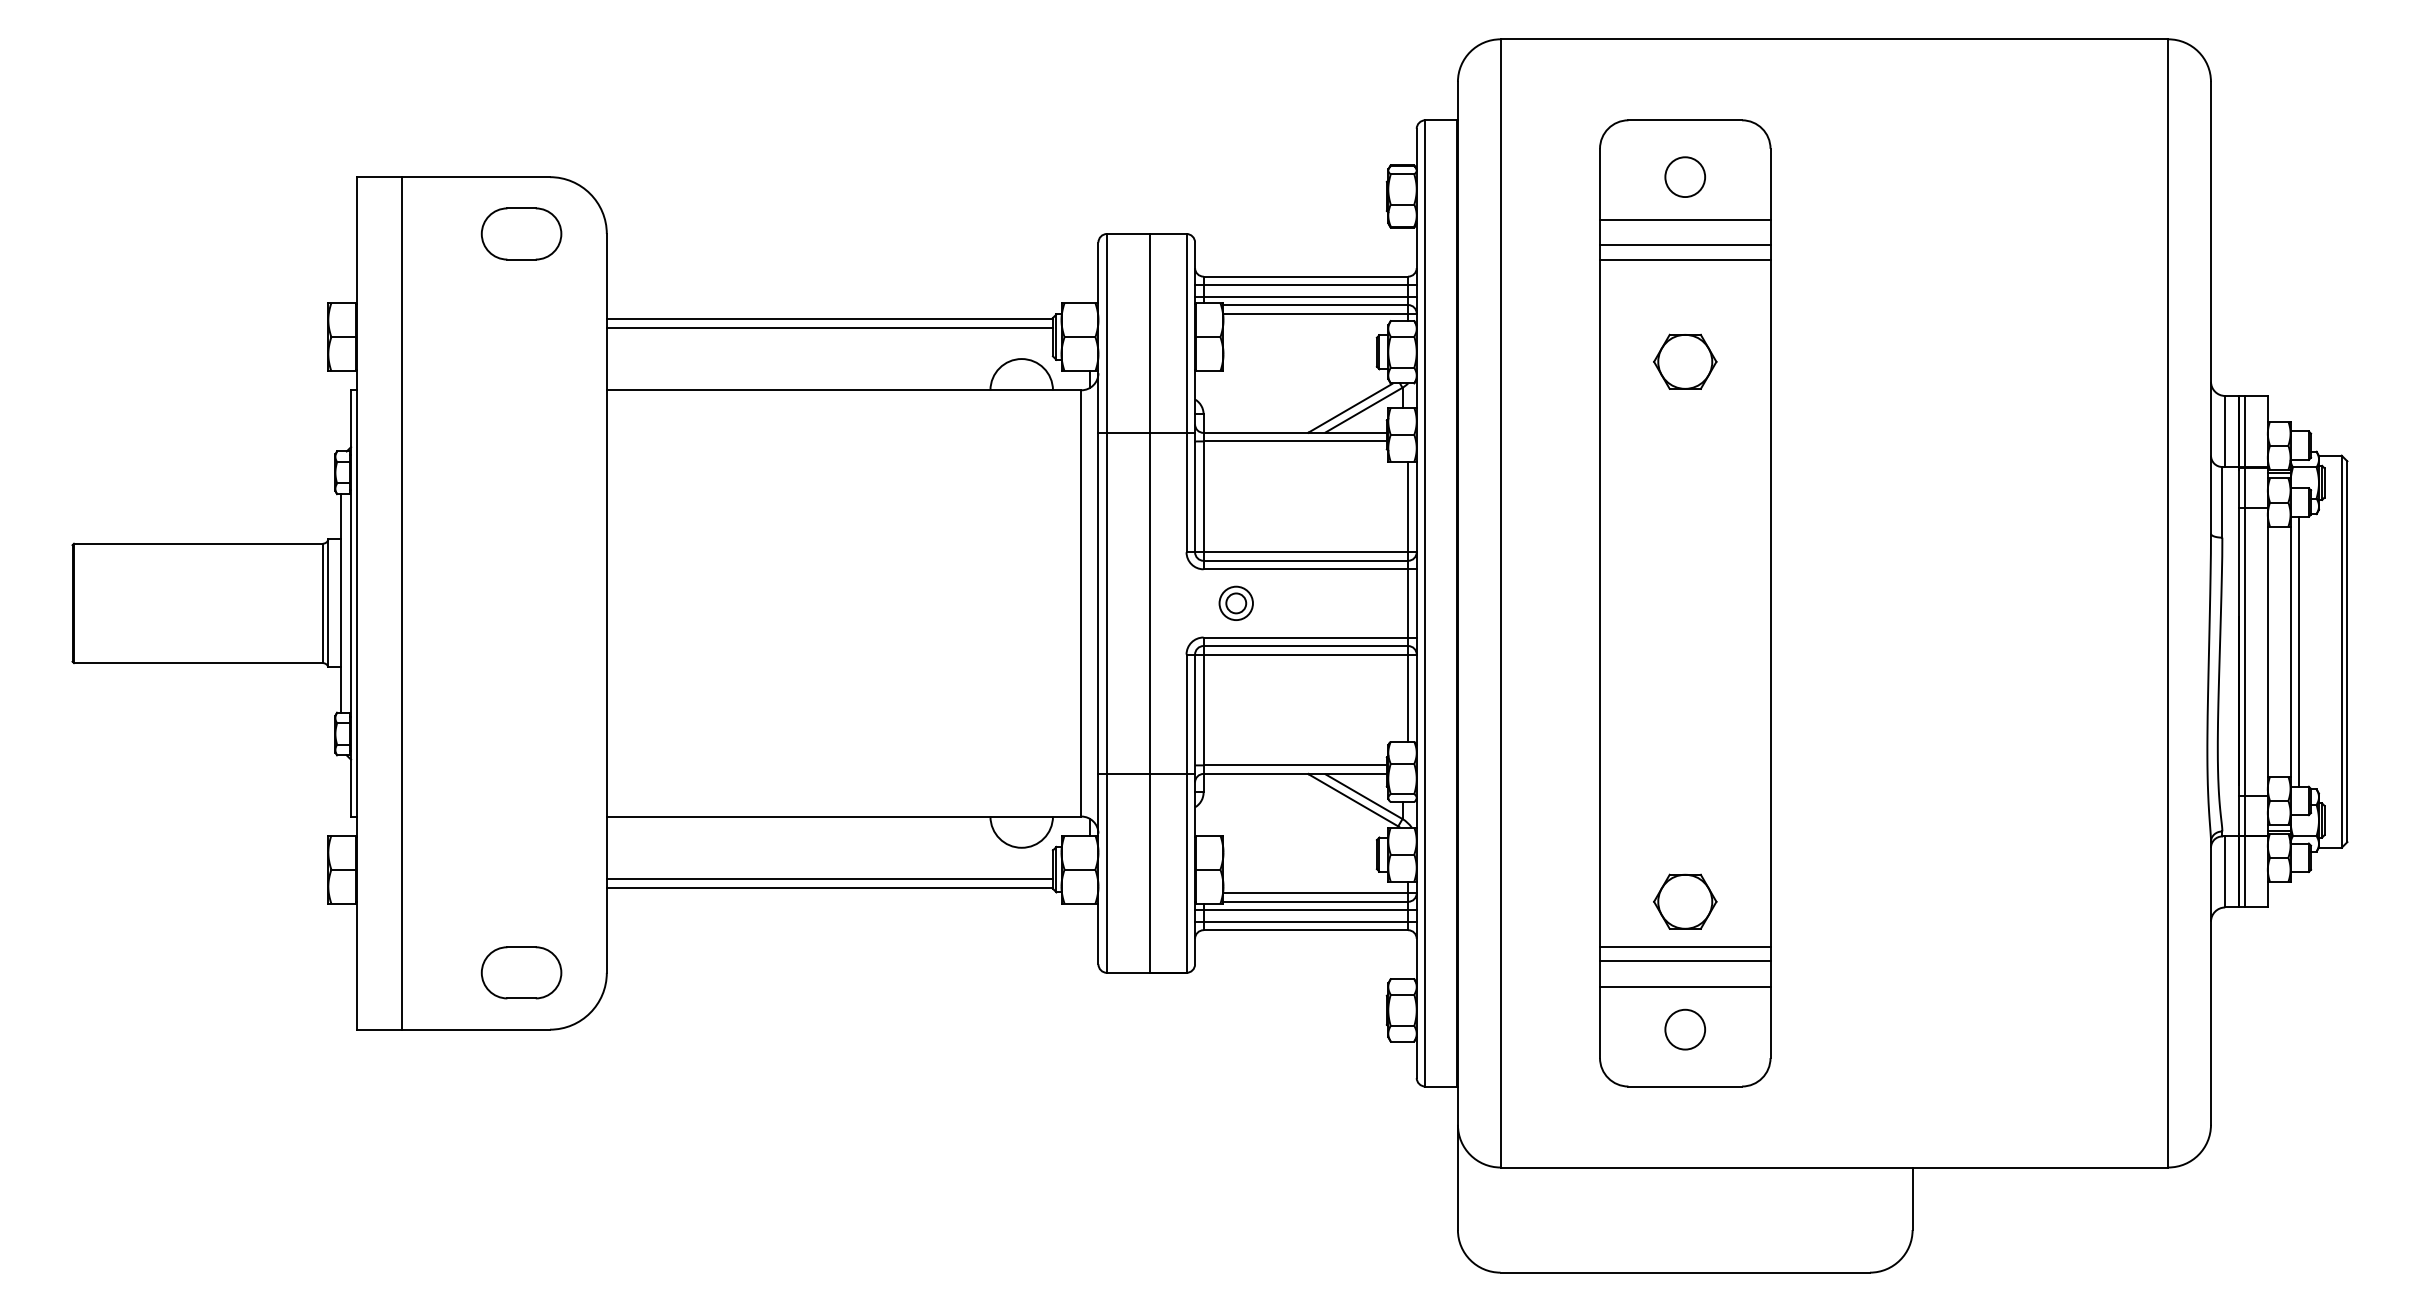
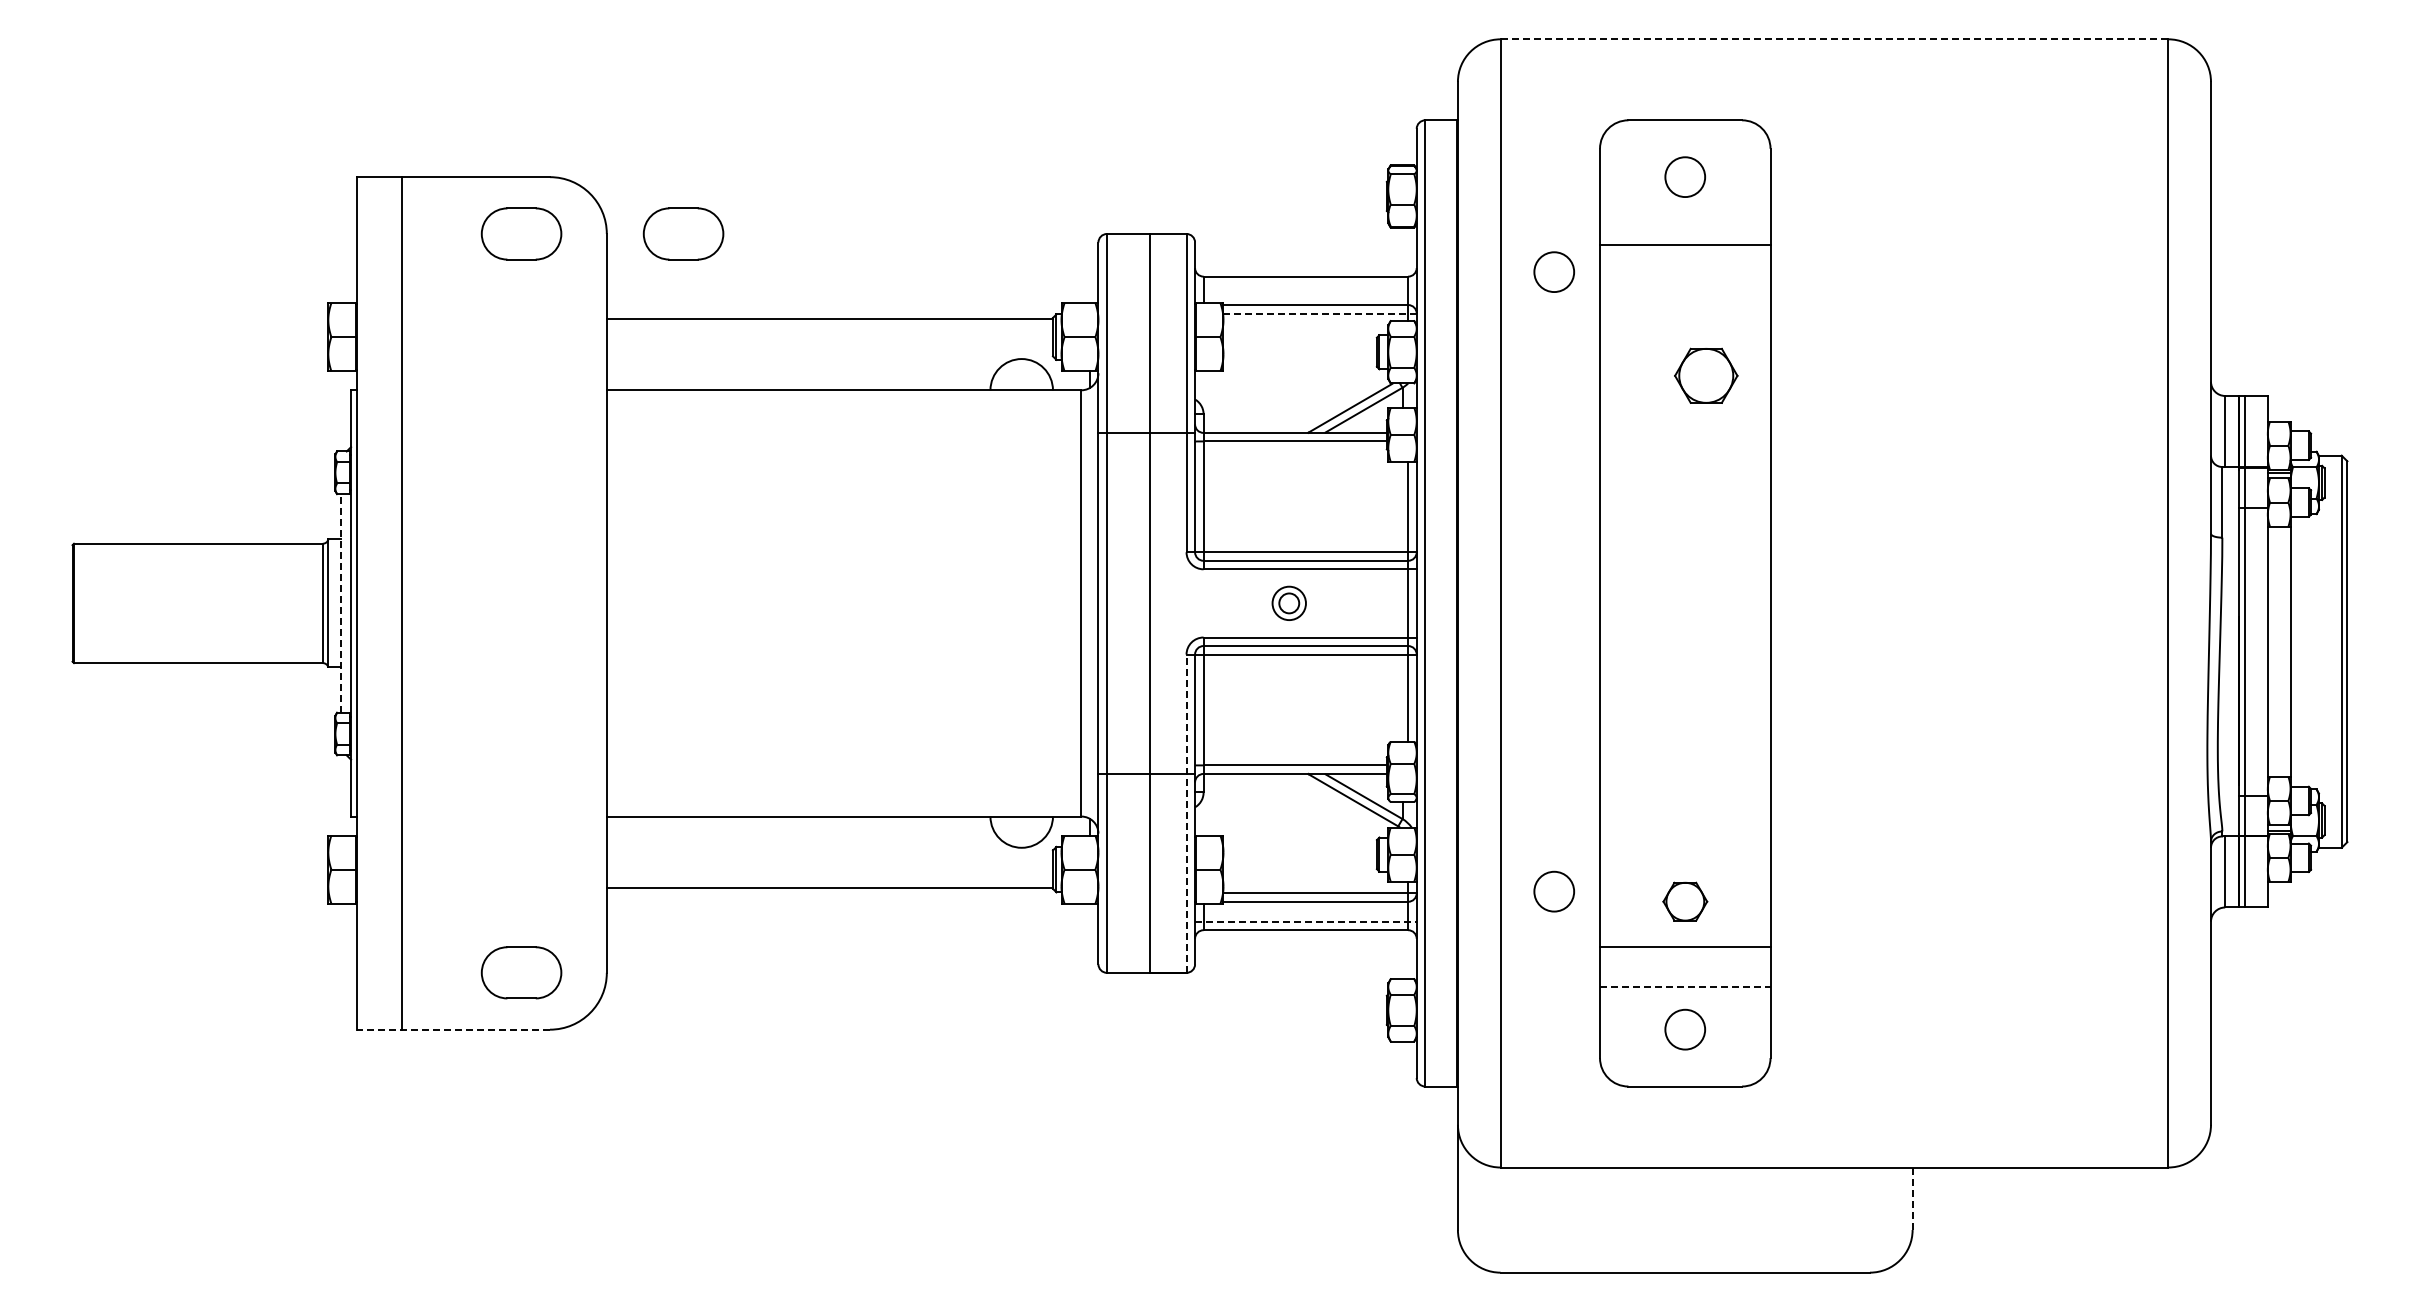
line at (1834, 39): solid -> dashed
line at (1685, 219): present -> none
part at (683, 233): none -> present
line at (1685, 259): present -> none
circle at (1553, 271): none -> present
line at (1305, 285): present -> none
line at (1305, 296): present -> none
line at (1320, 313): solid -> dashed
line at (829, 327): present -> none
part at (1685, 361) position: (1685, 361) -> (1706, 375)
line at (341, 602): solid -> dashed
part at (1235, 602) position: (1235, 602) -> (1288, 602)
line at (2299, 651): present -> none
line at (1186, 813): solid -> dashed
line at (829, 879): present -> none
circle at (1553, 891): none -> present
part at (1685, 901) size: 65x57 px -> 47x41 px
line at (1305, 910): present -> none
line at (1305, 921): solid -> dashed
line at (1685, 961): present -> none
line at (1685, 987): solid -> dashed
line at (453, 1029): solid -> dashed
line at (1912, 1198): solid -> dashed
